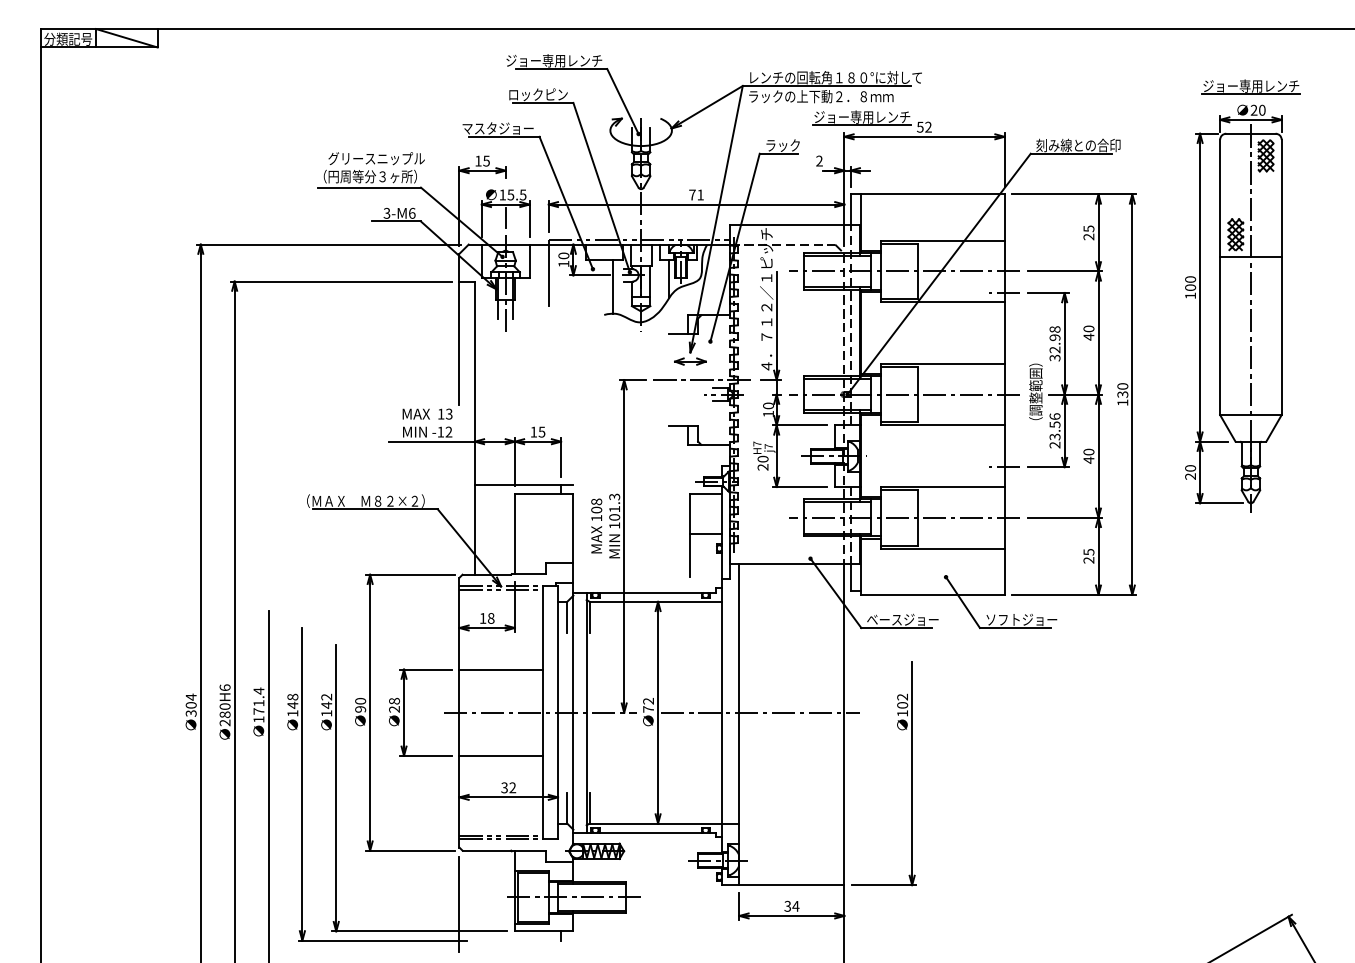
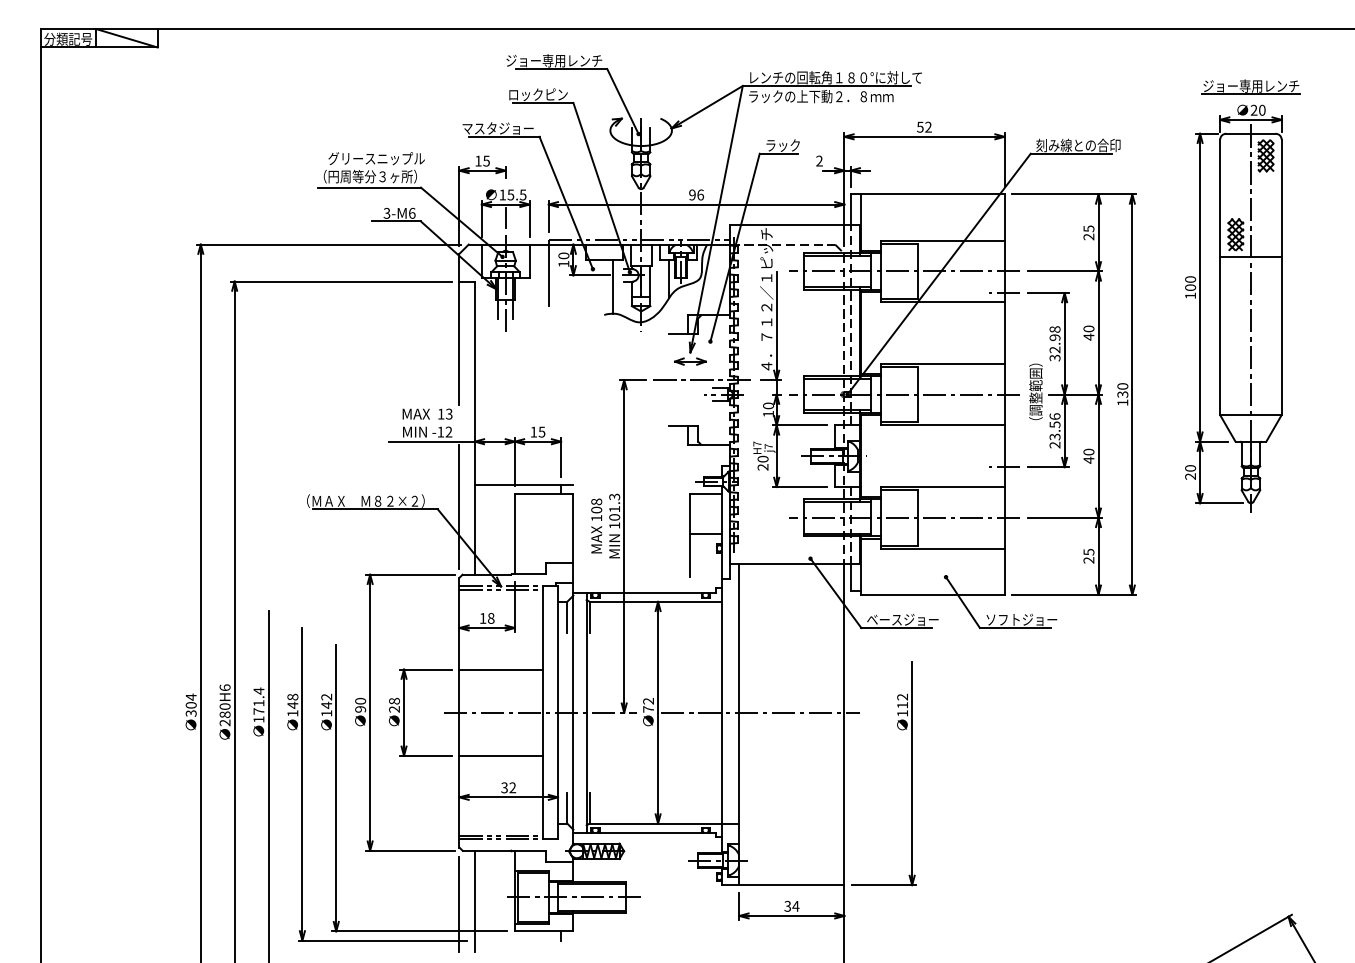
part at (861, 117): present -> none
text at (696, 194): 71 -> 96
line at (459, 506): none -> present
text at (902, 705): 102 -> 112
line at (474, 900): none -> present
